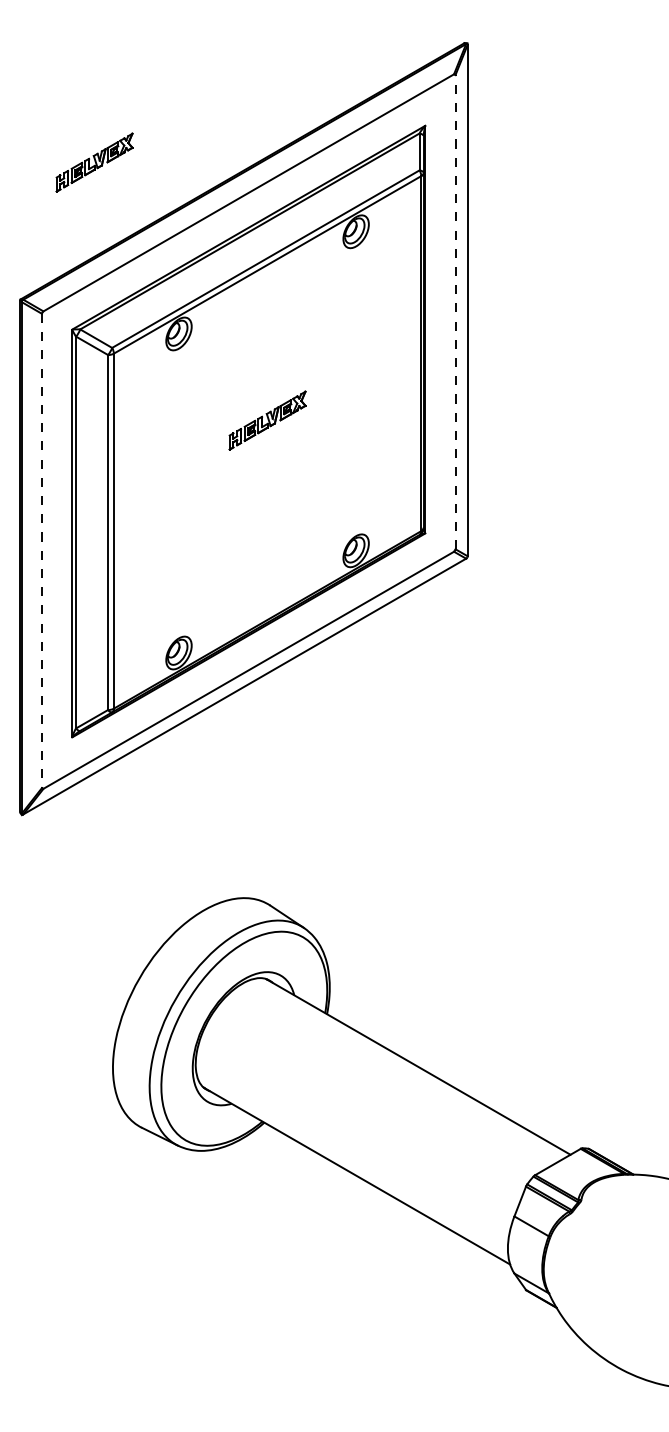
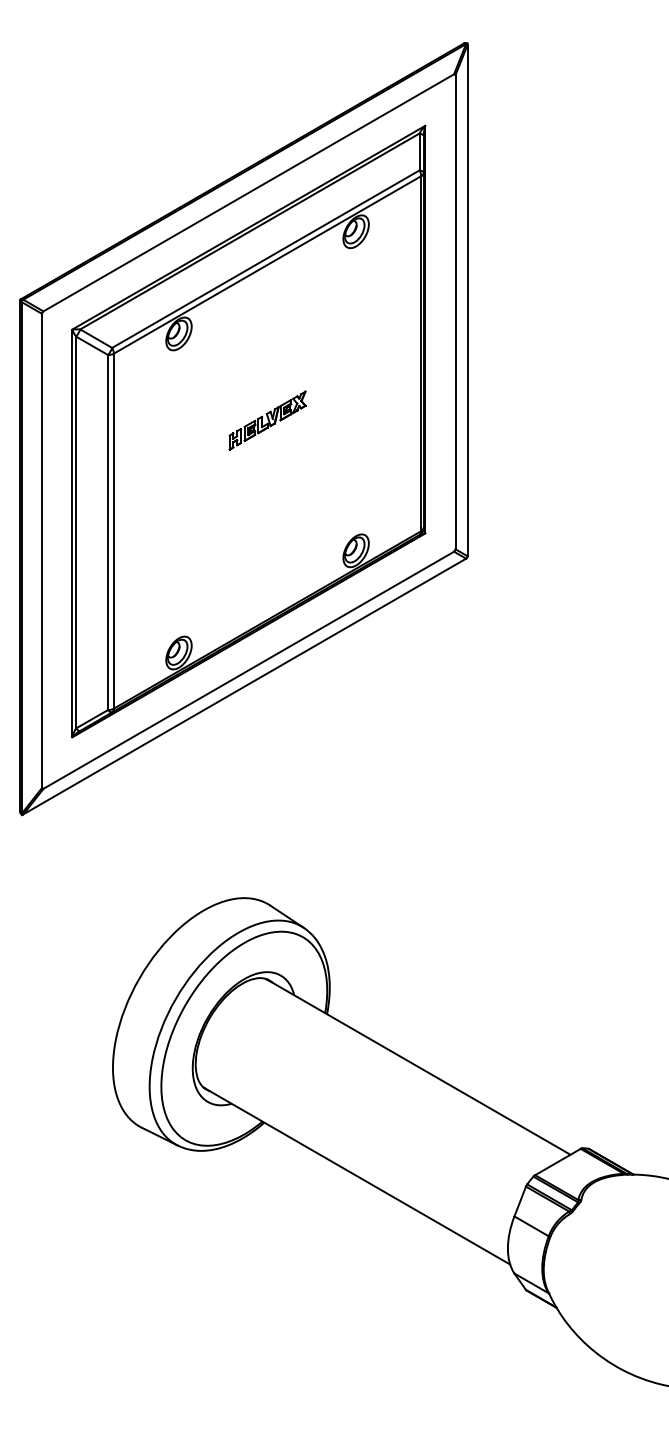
part at (94, 162): present -> none
line at (455, 311): dashed -> solid
line at (42, 551): dashed -> solid
